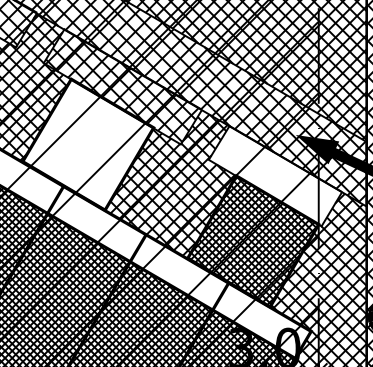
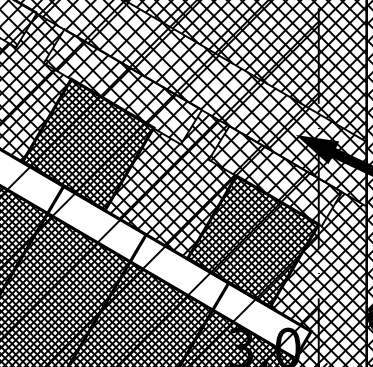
hatch at (88, 143): none -> present
hatch at (275, 175): none -> present
